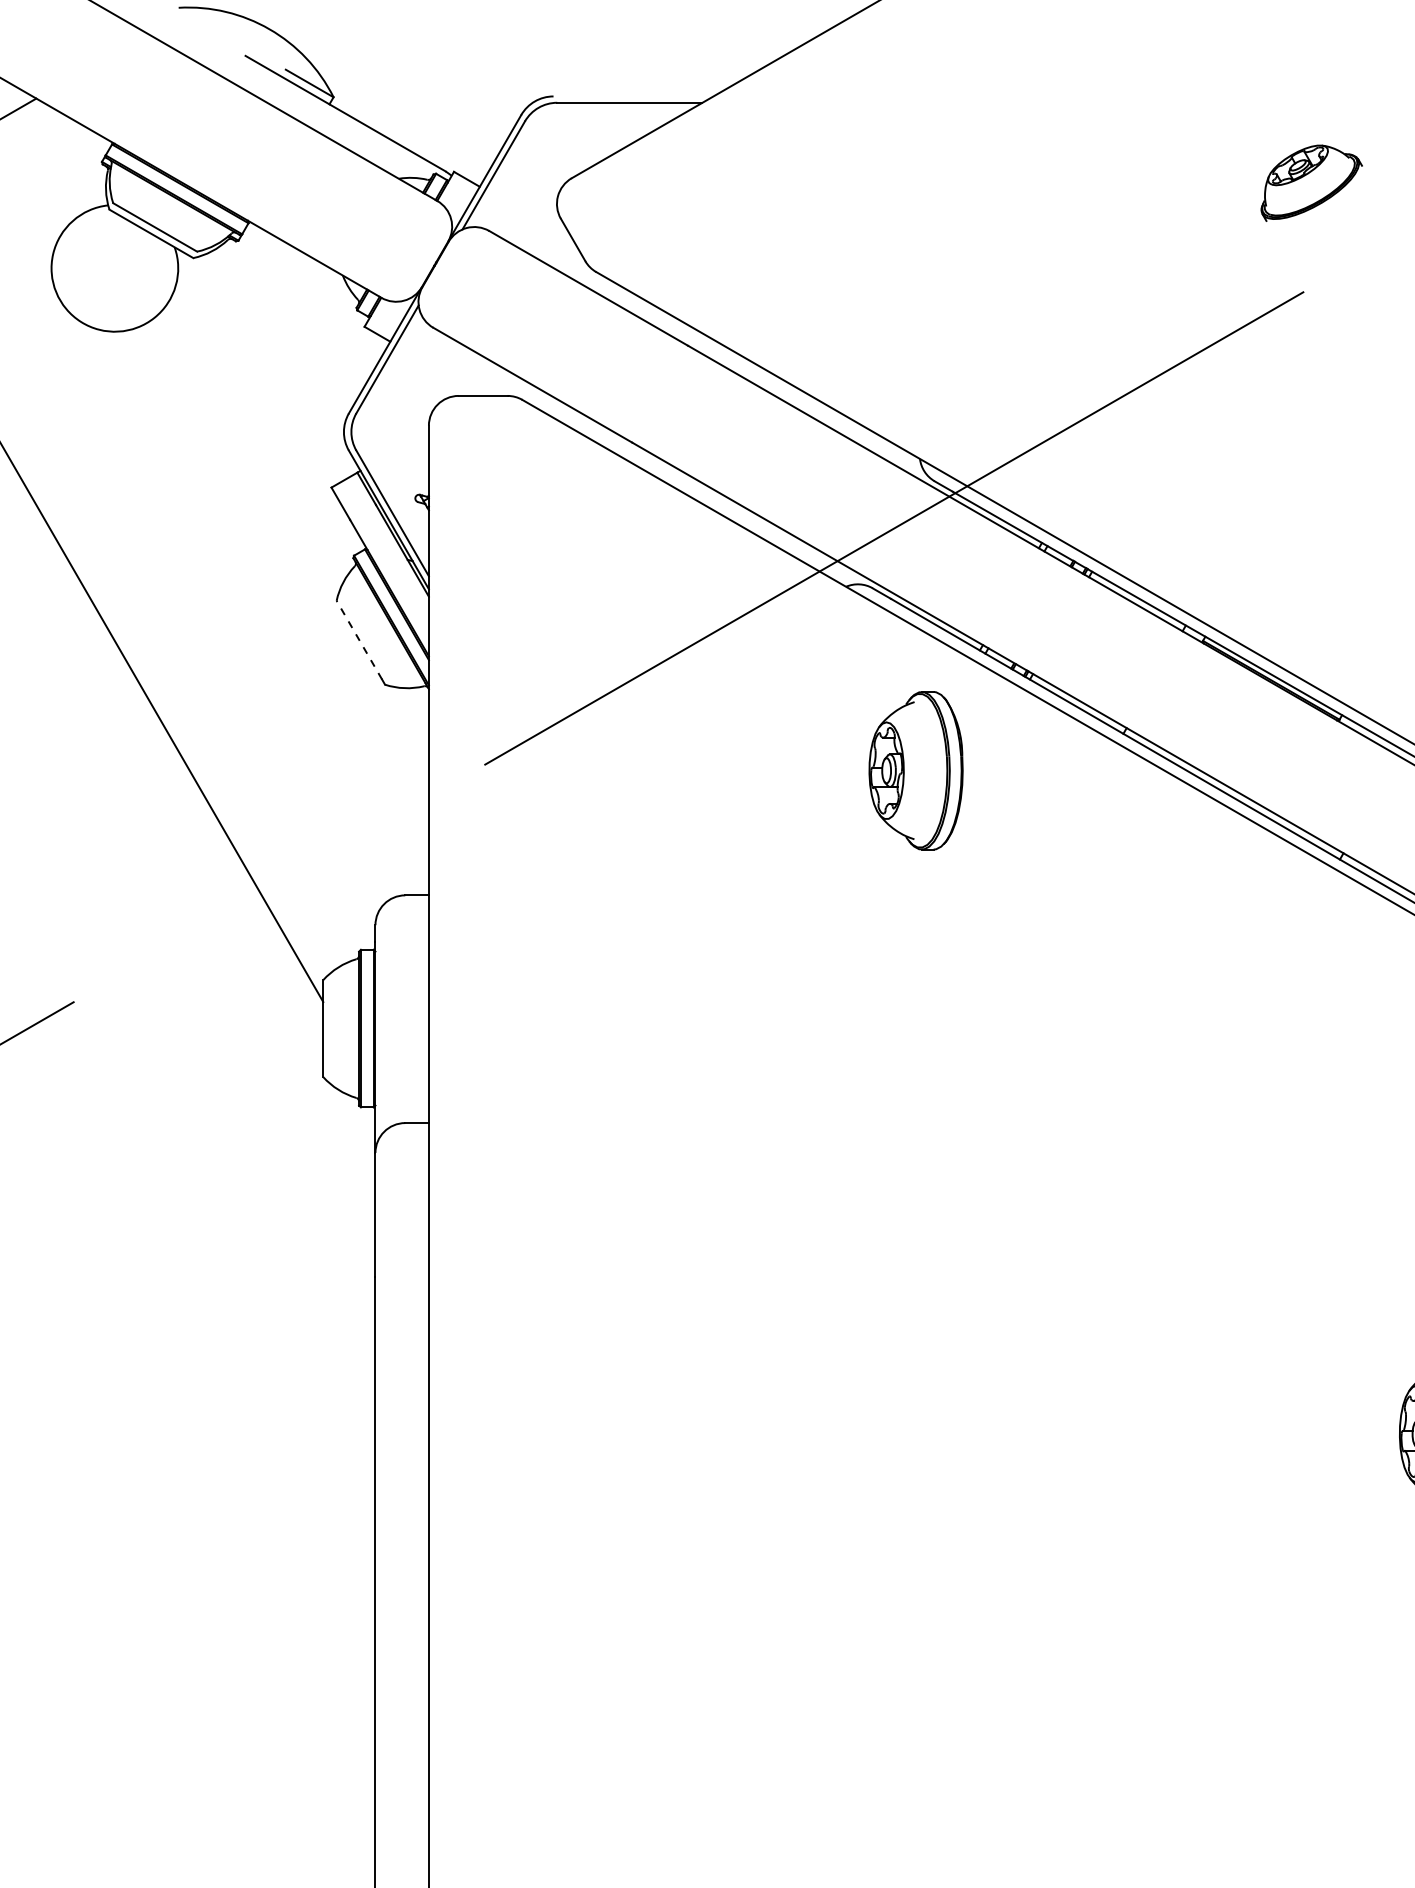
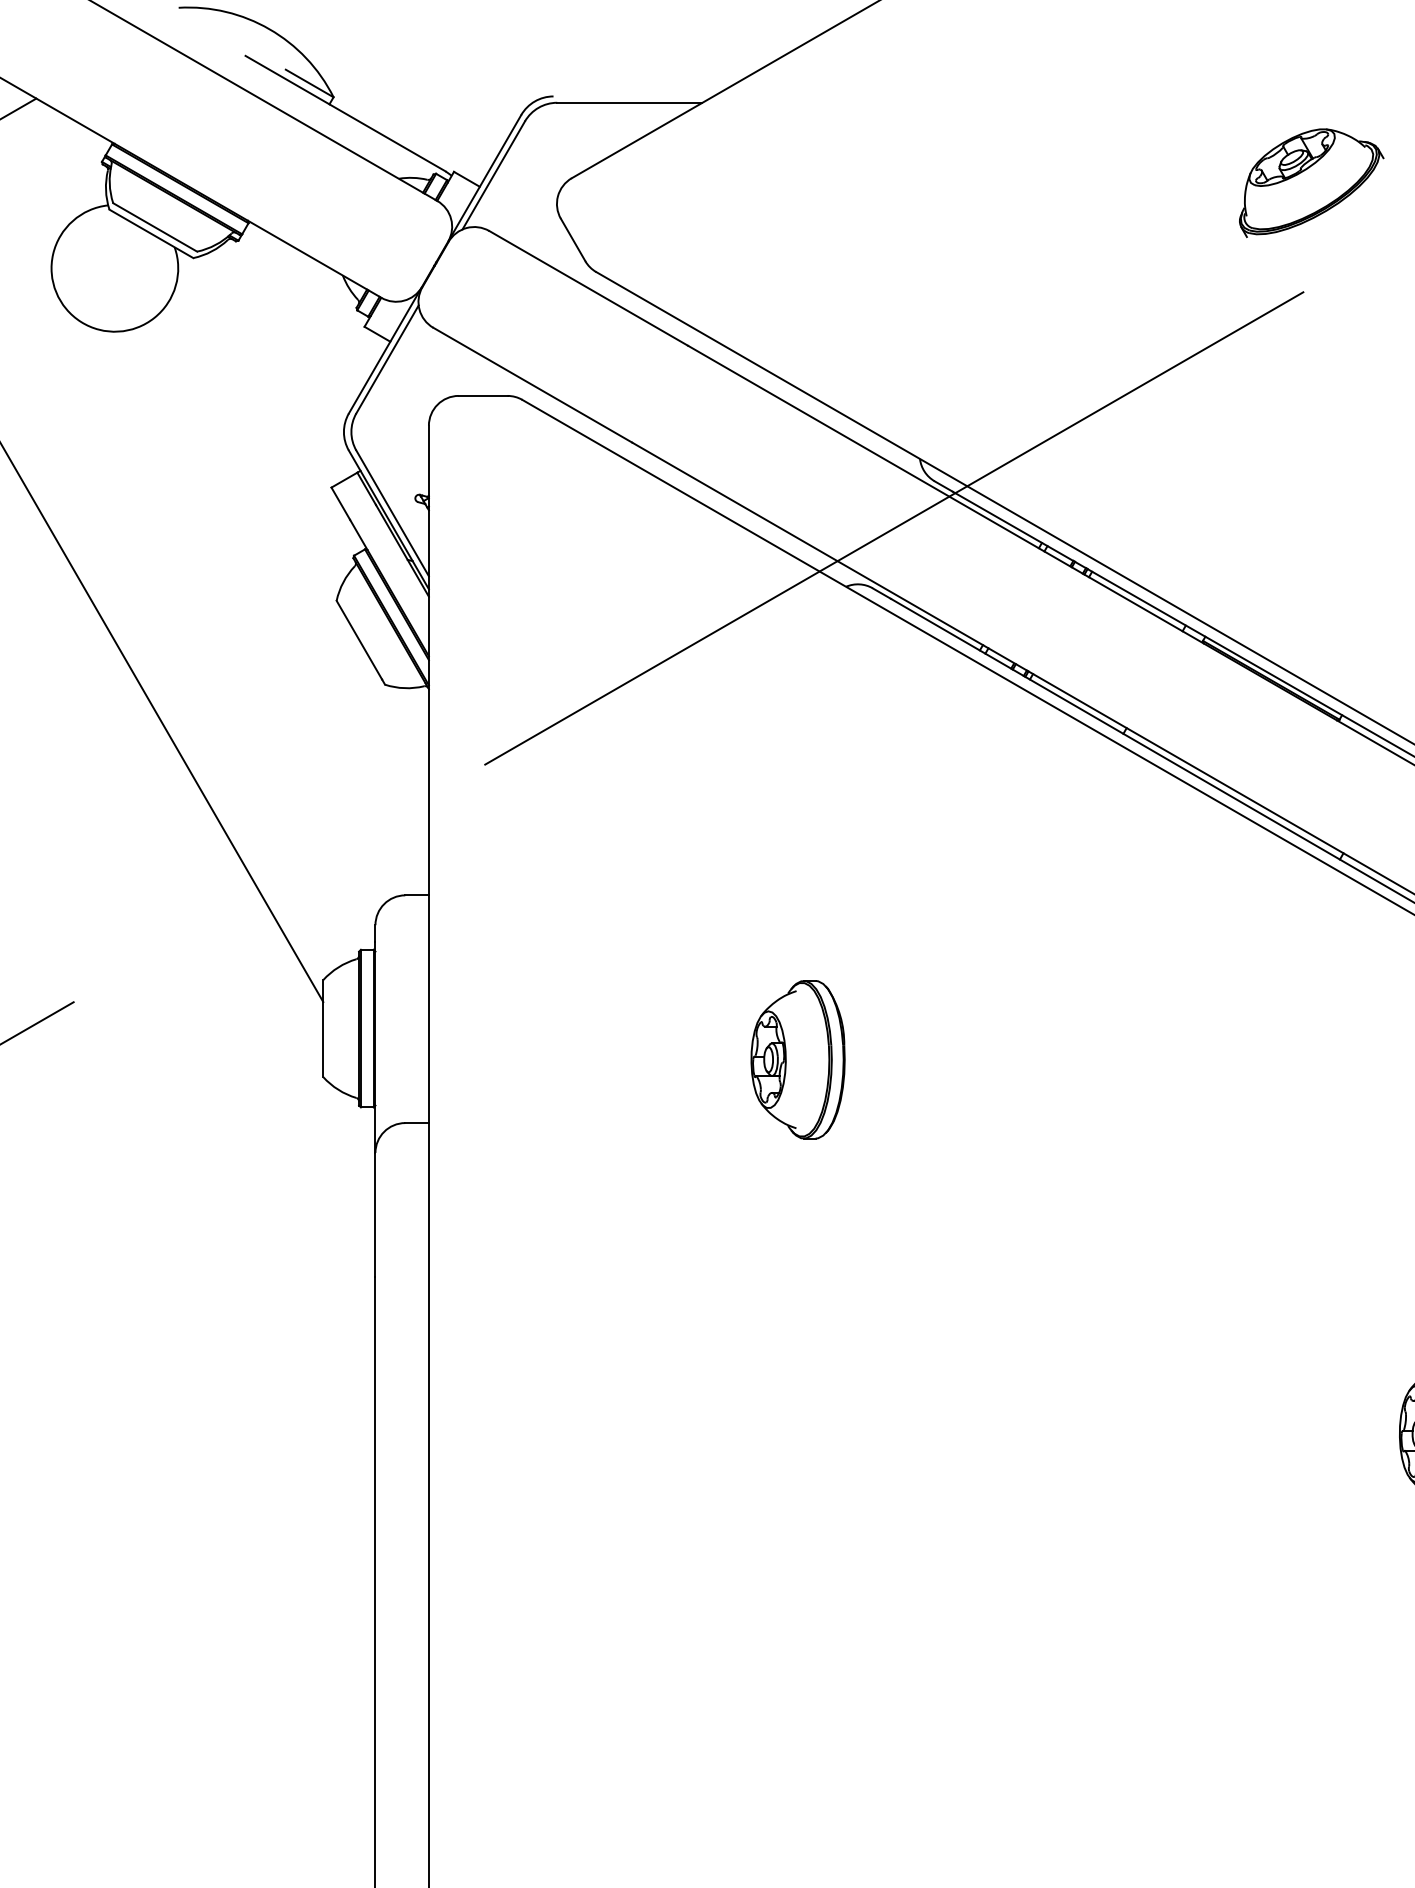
part at (1311, 182) size: 103x78 px -> 146x111 px
line at (359, 639): dashed -> solid
part at (915, 770) position: (915, 770) -> (797, 1059)
